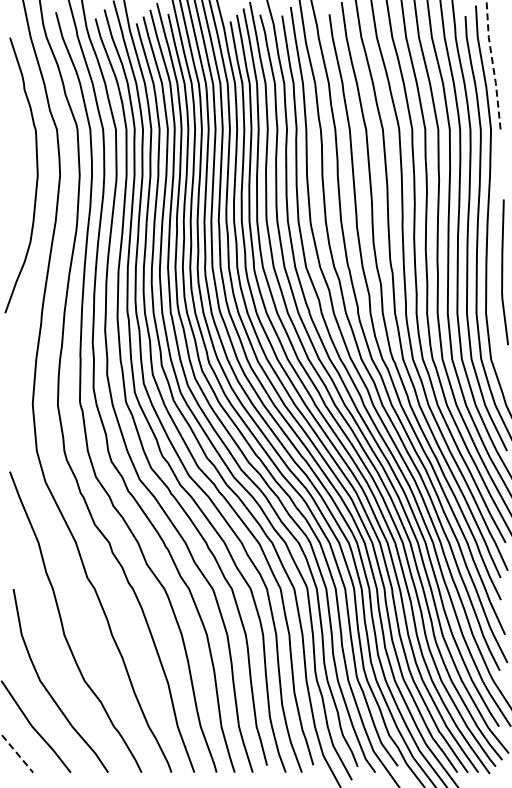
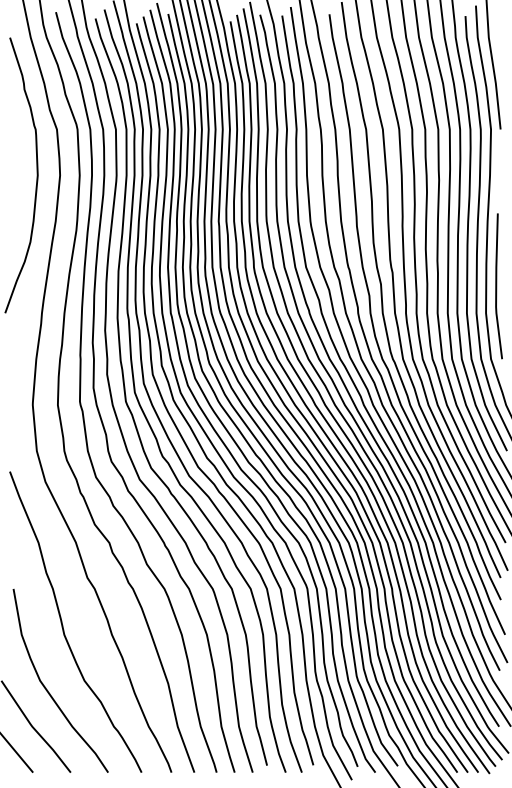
line at (493, 65): dashed -> solid
line at (503, 272) position: (503, 272) -> (497, 286)
line at (16, 752): dashed -> solid
